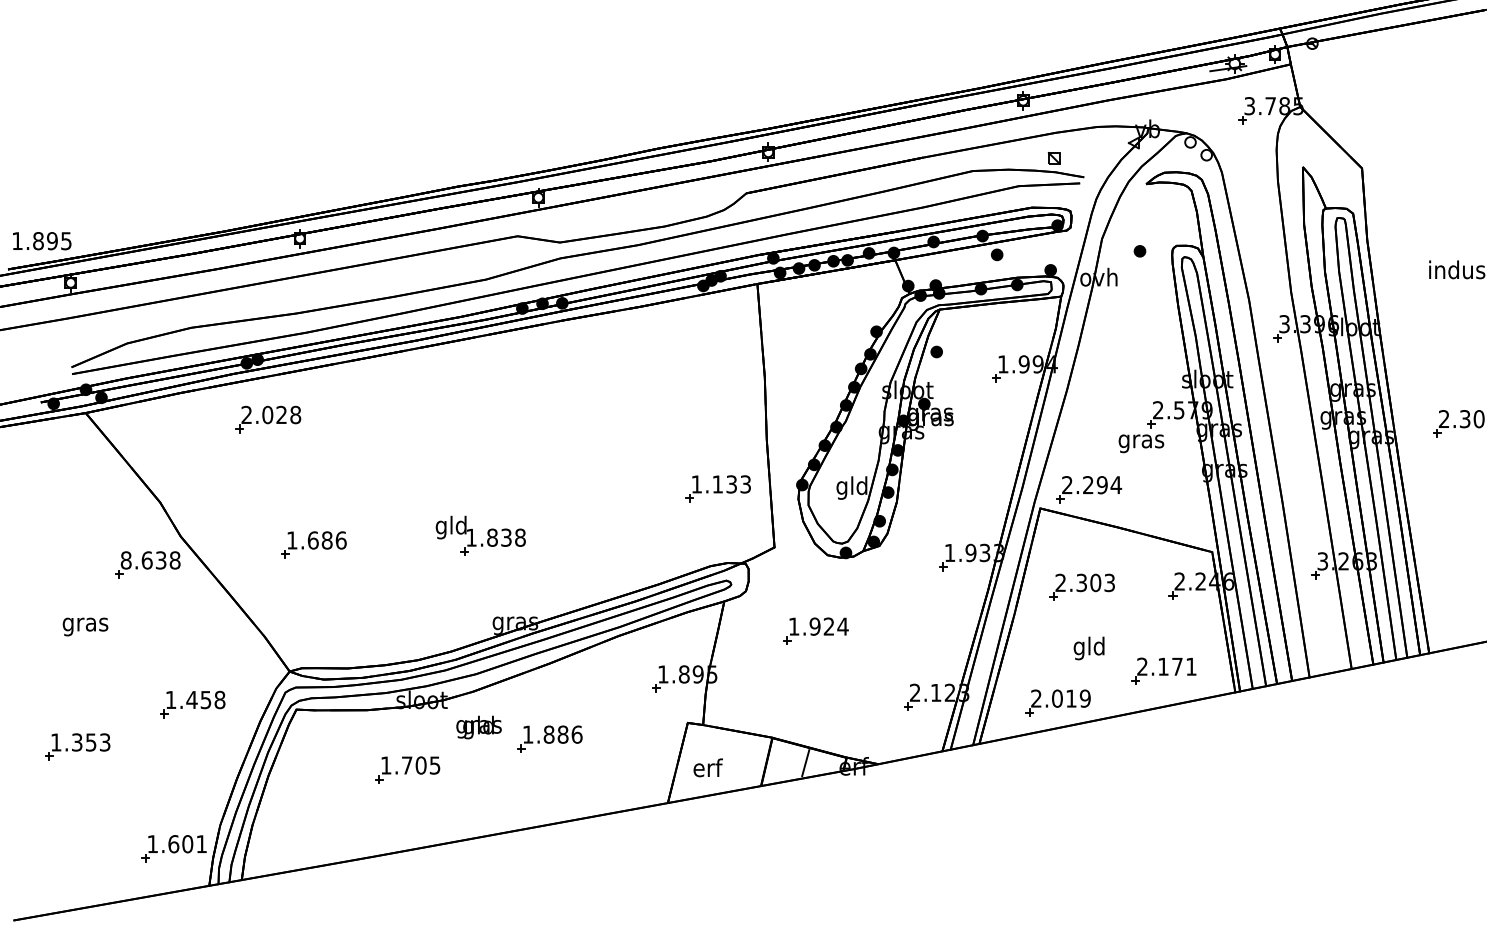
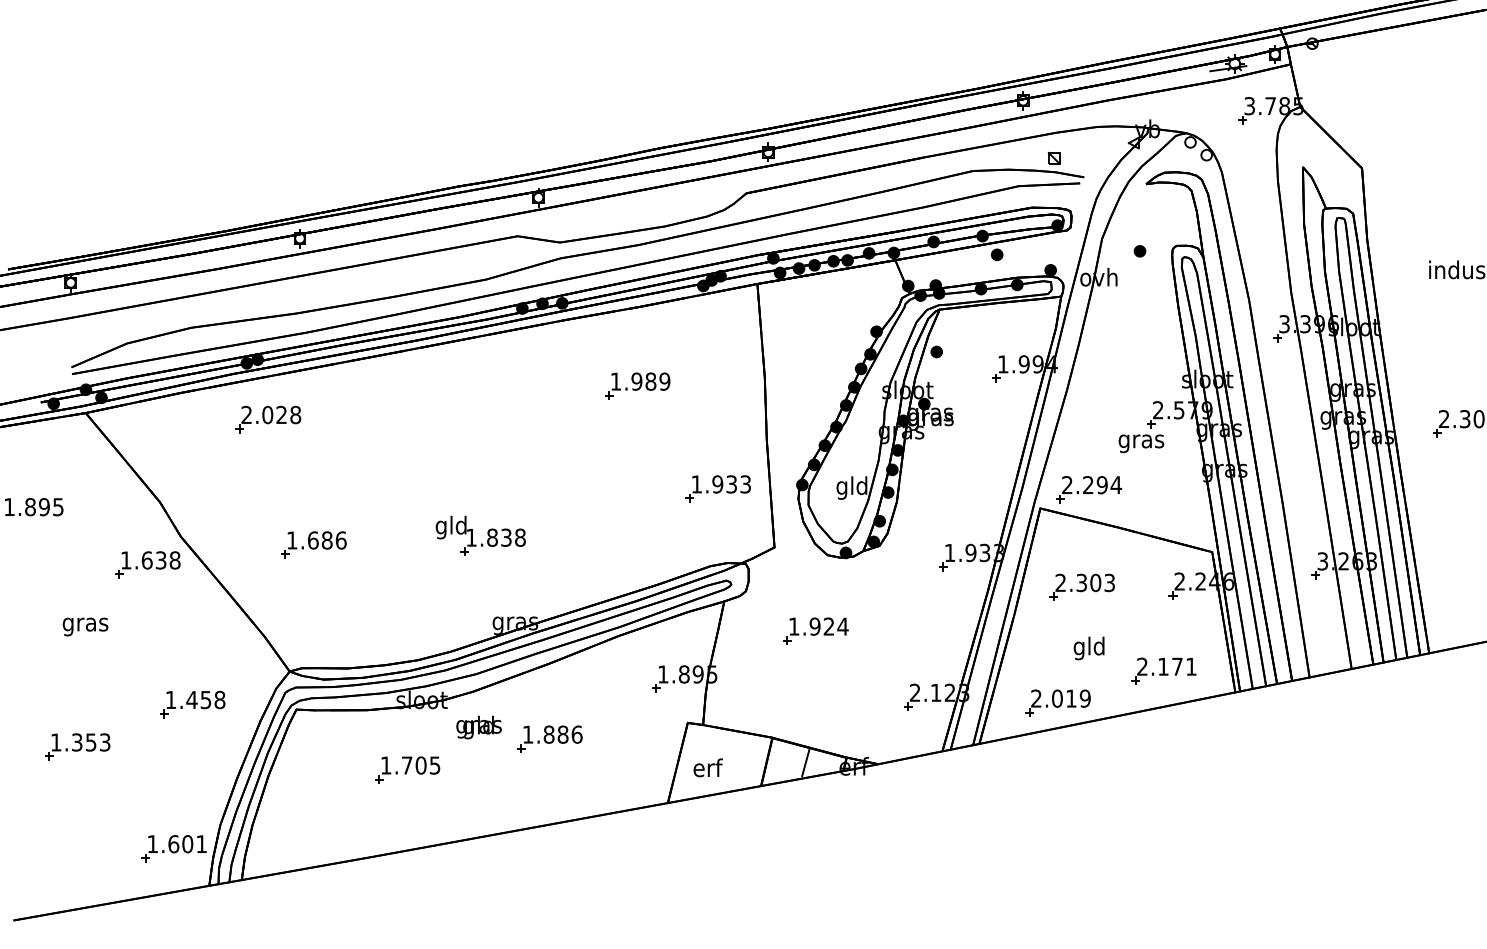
text at (42, 241) position: (42, 241) -> (34, 507)
part at (637, 385): none -> present
text at (717, 484): 1.133 -> 1.933
text at (125, 560): 8.638 -> 1.638
